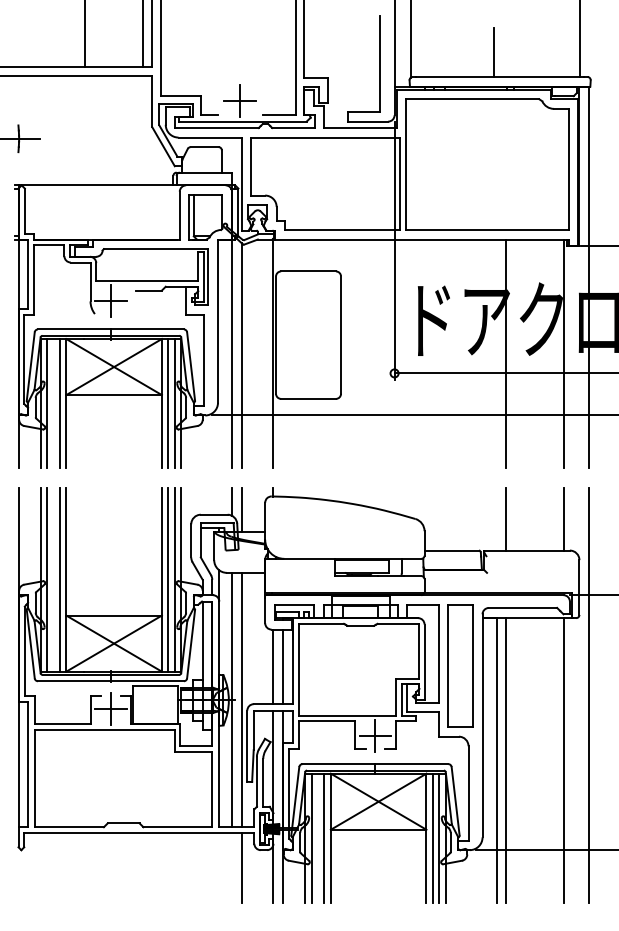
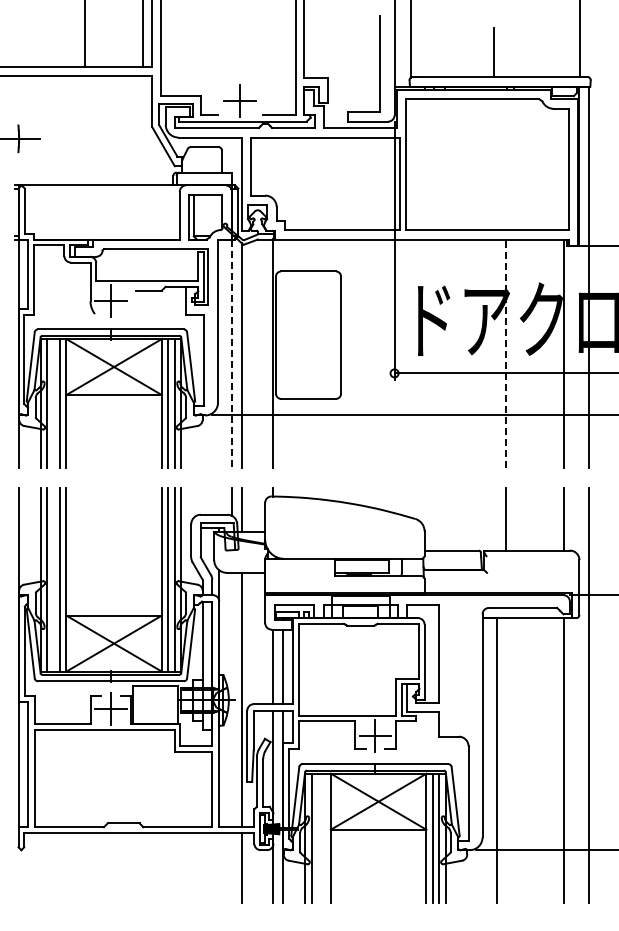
line at (506, 353): solid -> dashed
line at (232, 354): solid -> dashed
part at (460, 665): present -> none
line at (232, 699): present -> none
line at (506, 760): present -> none
line at (324, 838): present -> none
